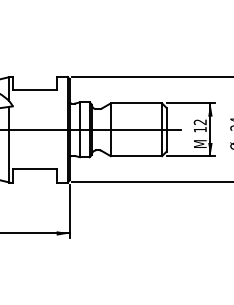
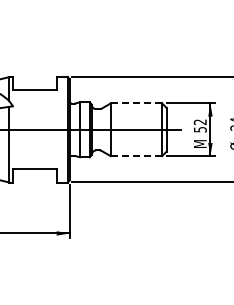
line at (136, 103): solid -> dashed
text at (200, 129): 12 -> 52
line at (136, 156): solid -> dashed
